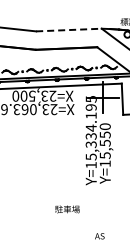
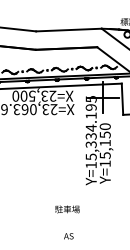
line at (68, 30): dashed -> solid
text at (104, 142): Y=15,550 -> Y=15,150
text at (99, 236) position: (99, 236) -> (68, 236)
